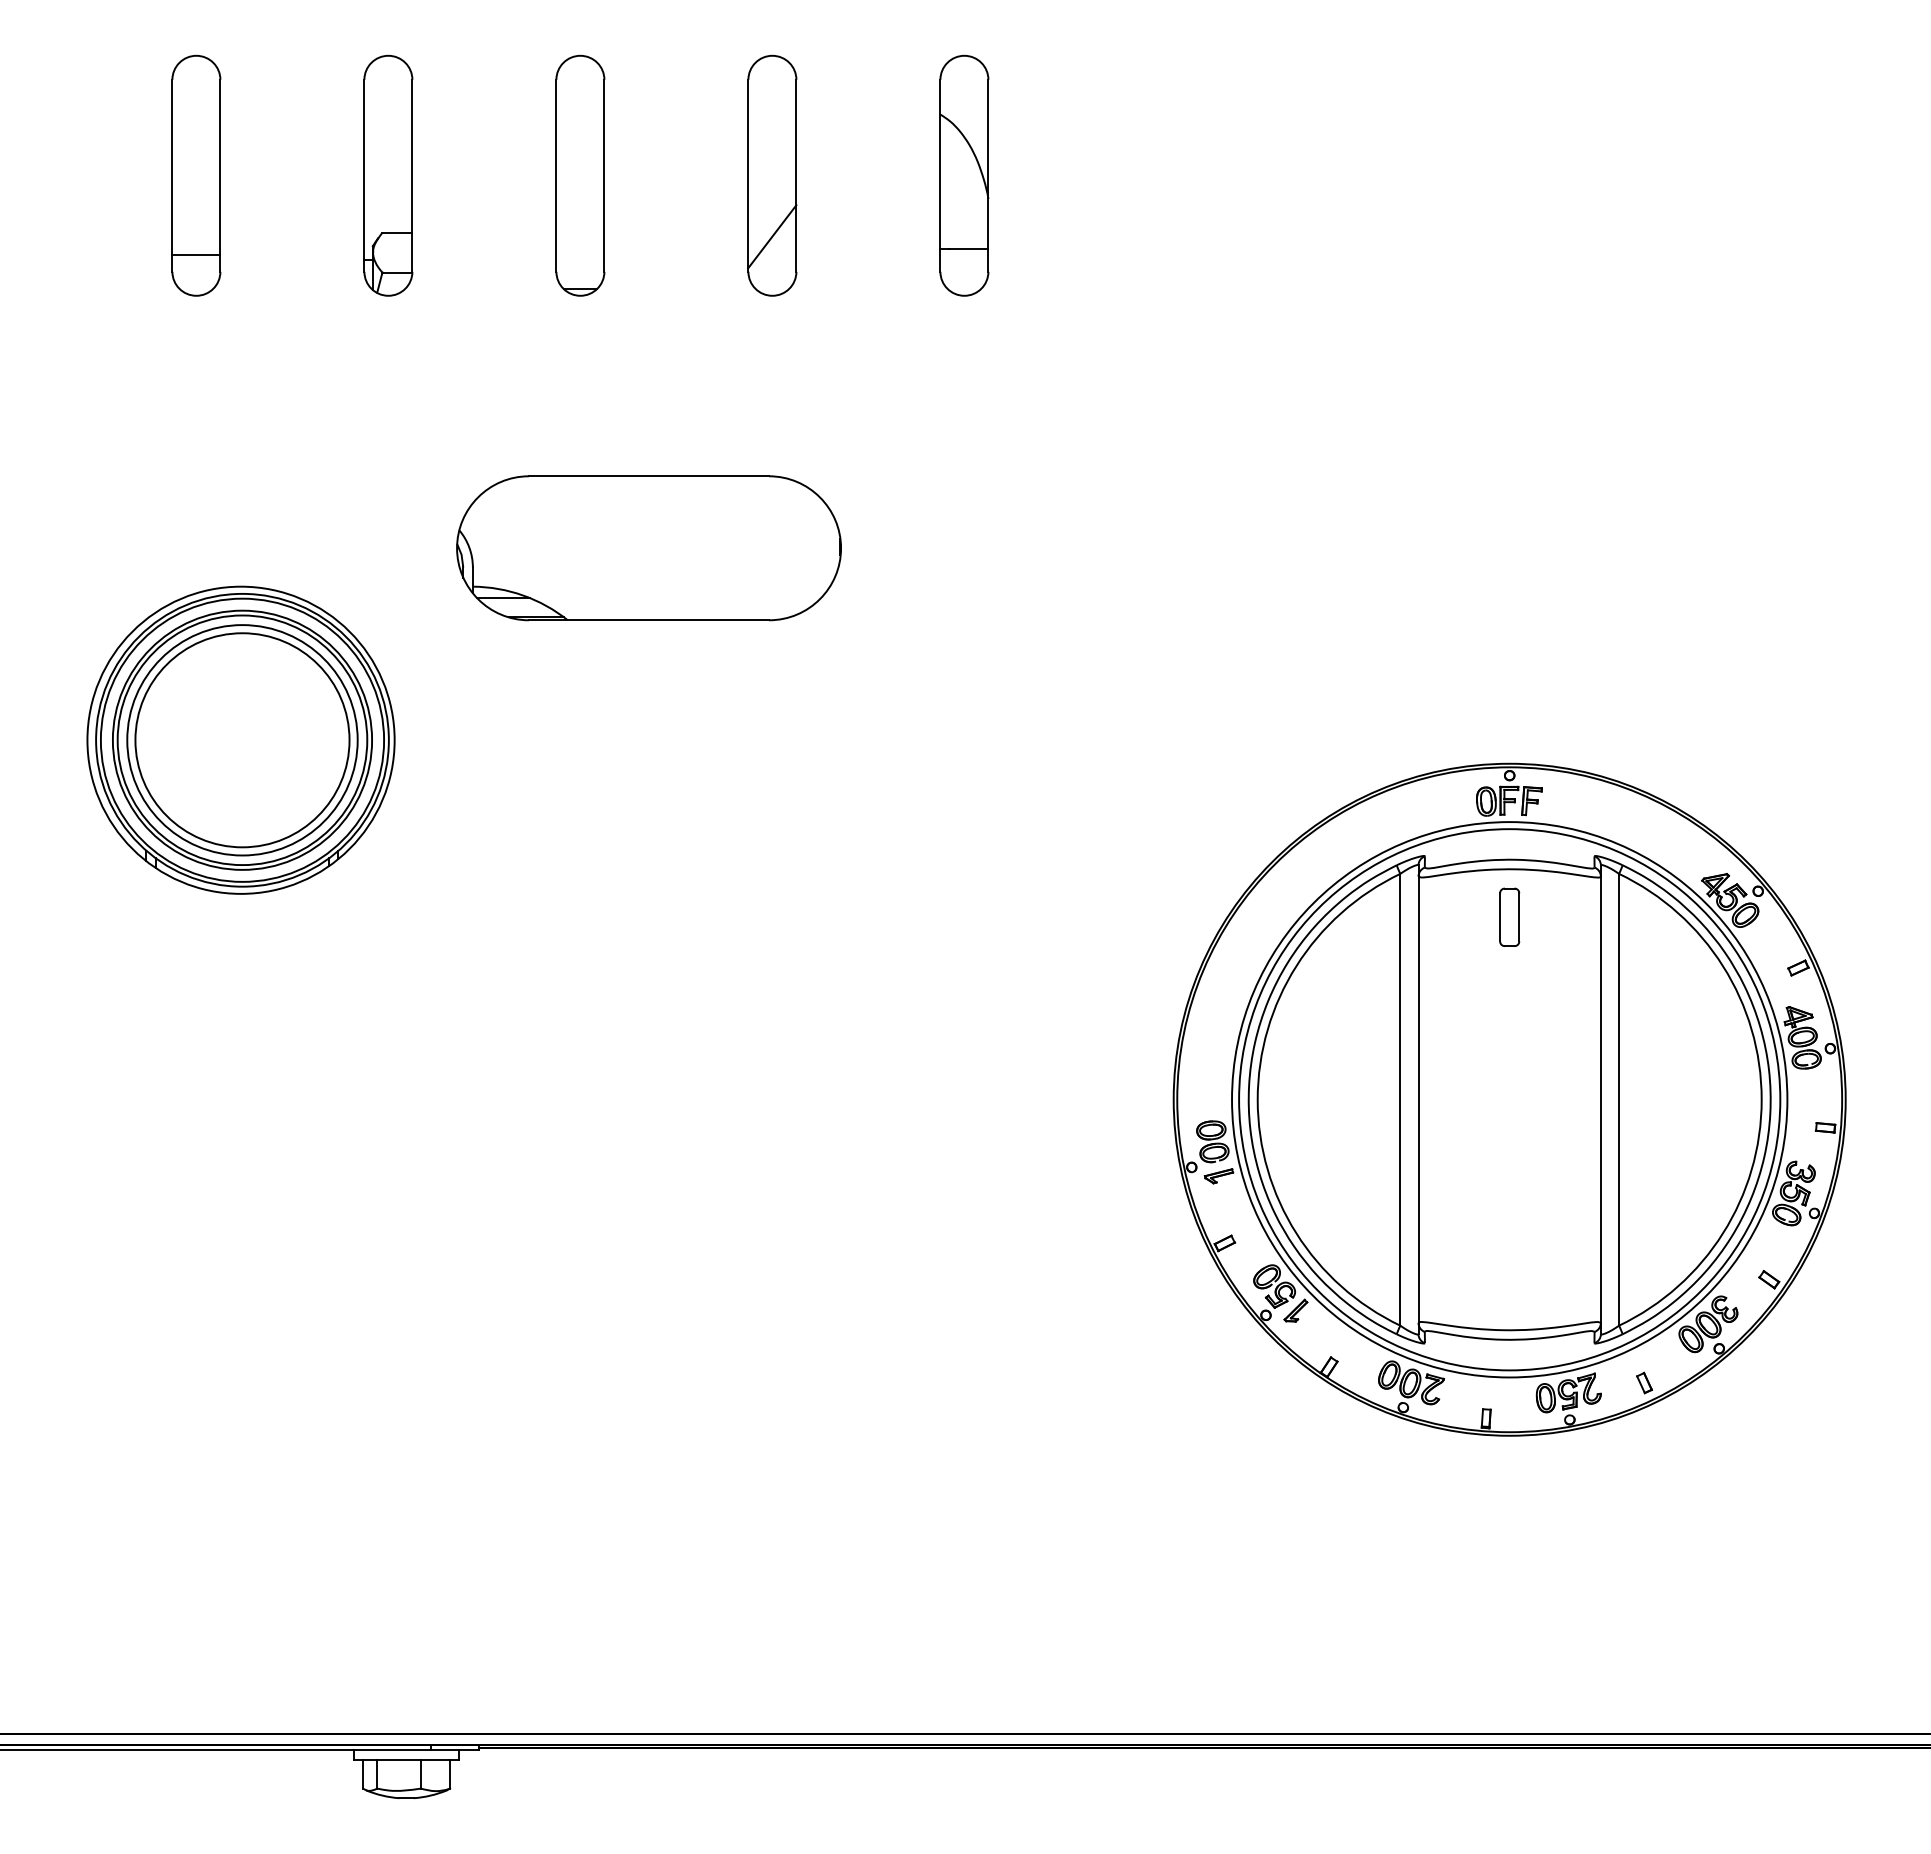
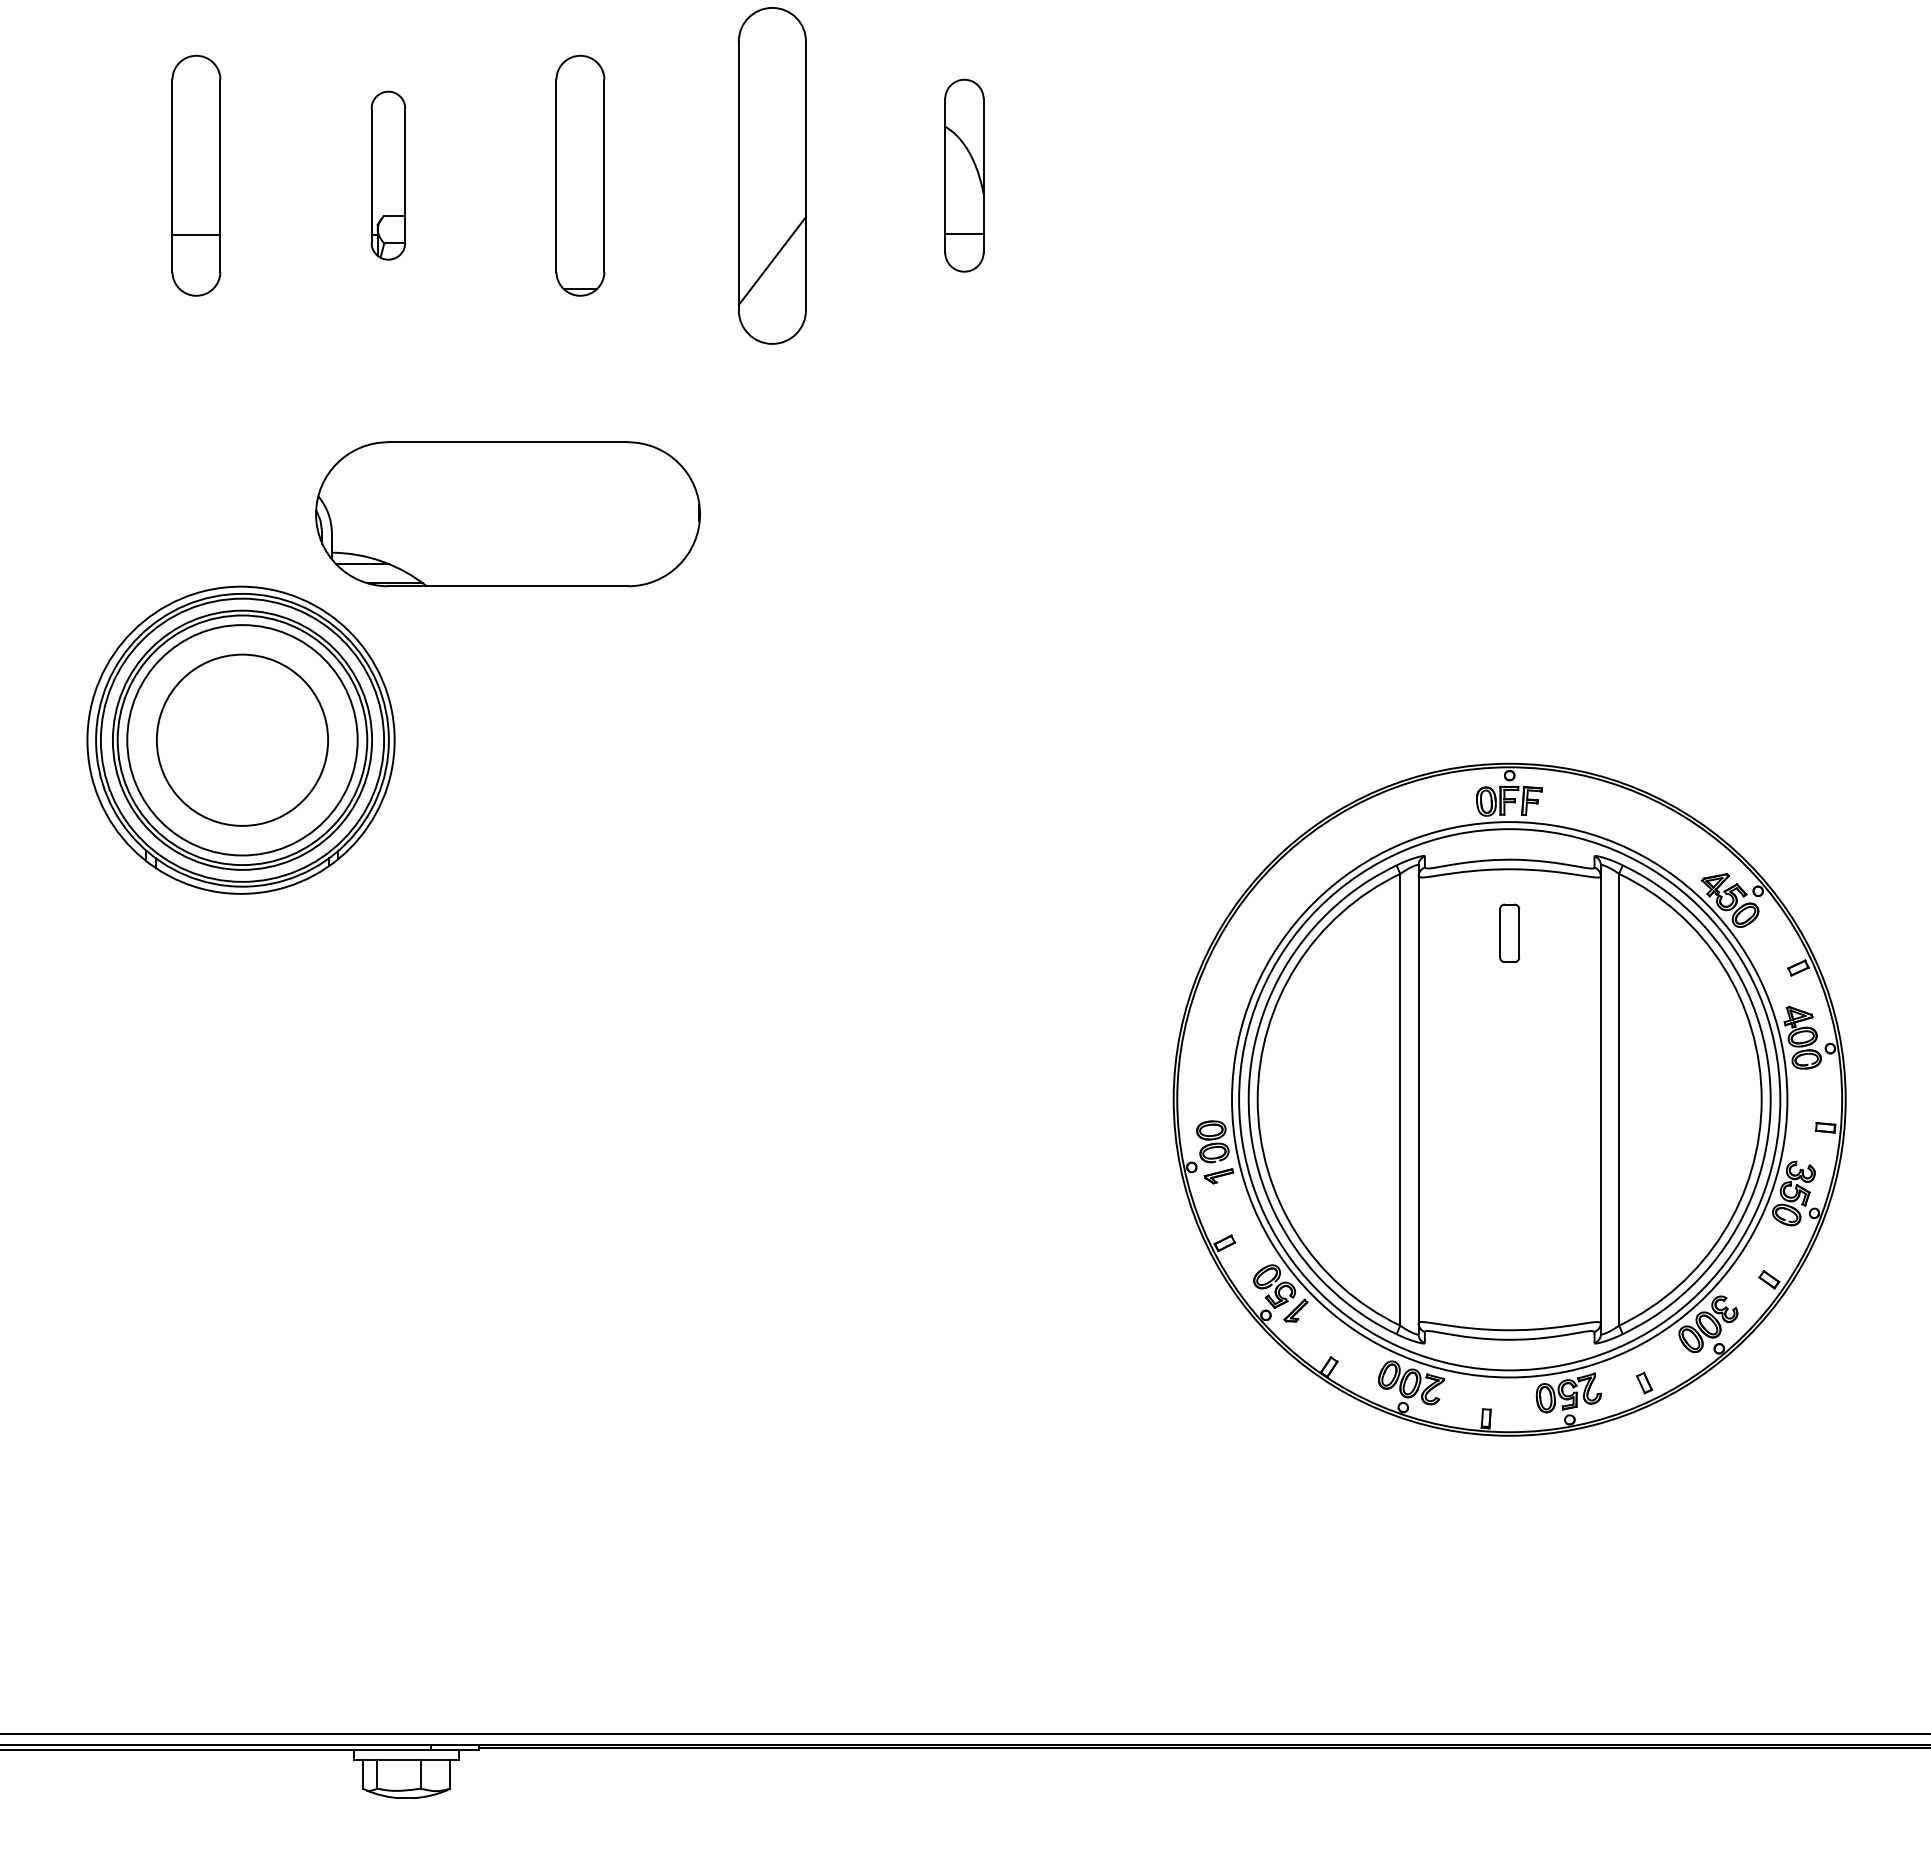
part at (388, 175) size: 51x243 px -> 37x171 px
part at (772, 175) size: 51x243 px -> 70x338 px
part at (964, 175) size: 51x243 px -> 41x195 px
line at (196, 255) position: (196, 255) -> (196, 235)
part at (648, 548) position: (648, 548) -> (507, 514)
circle at (242, 740) diameter: 214 px -> 171 px
part at (1509, 916) position: (1509, 916) -> (1509, 932)
